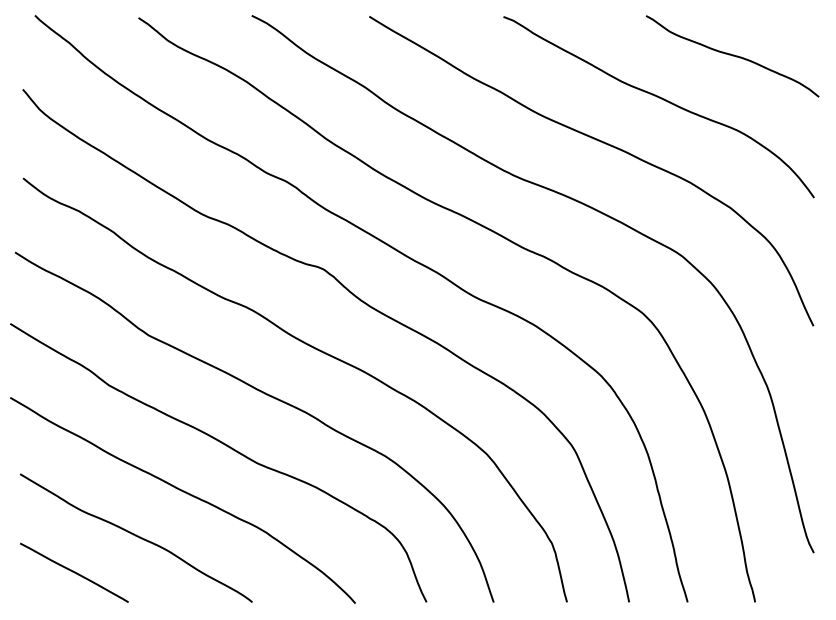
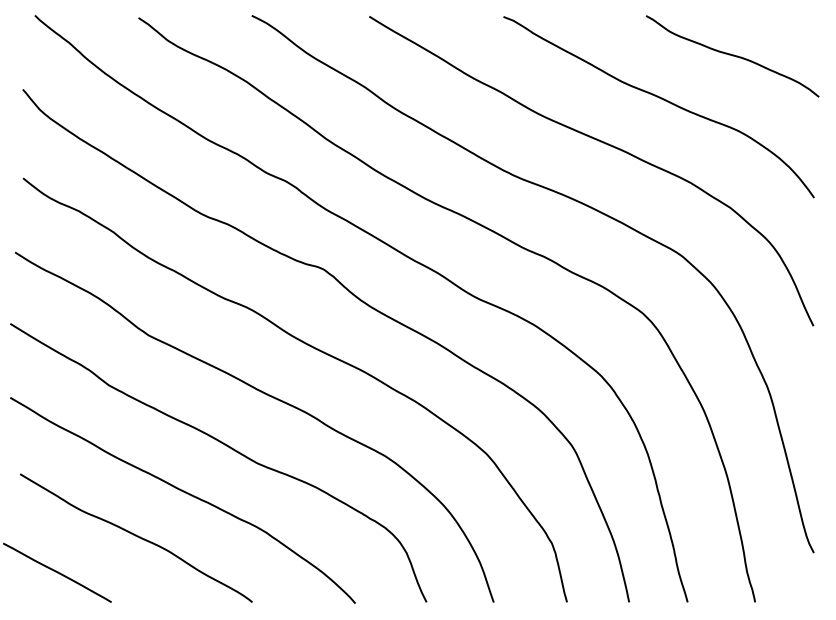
line at (74, 572) position: (74, 572) -> (57, 572)
